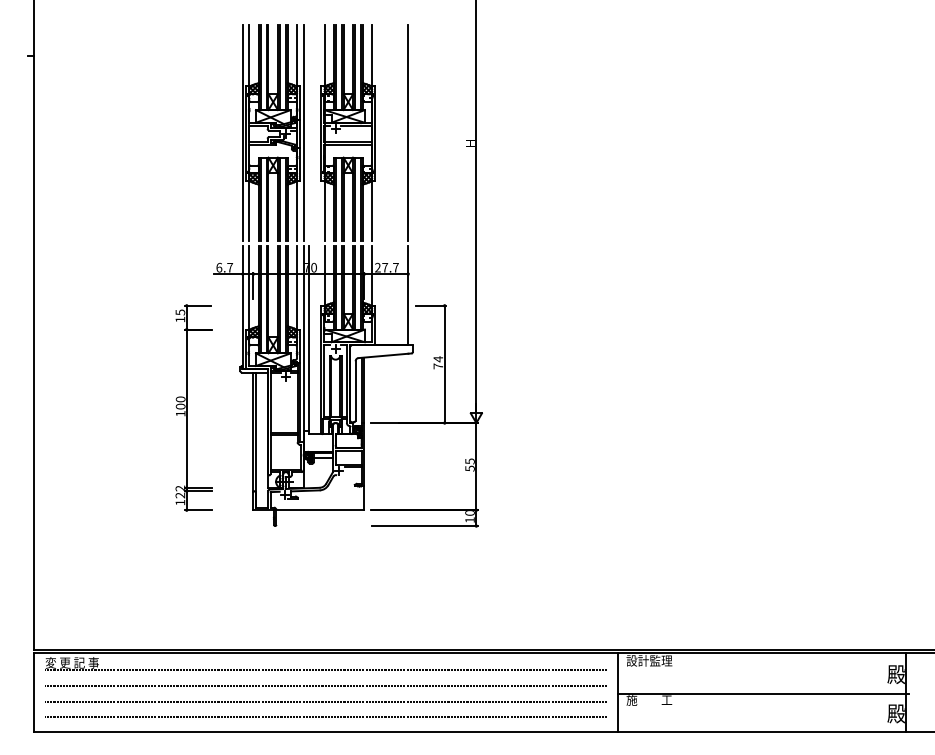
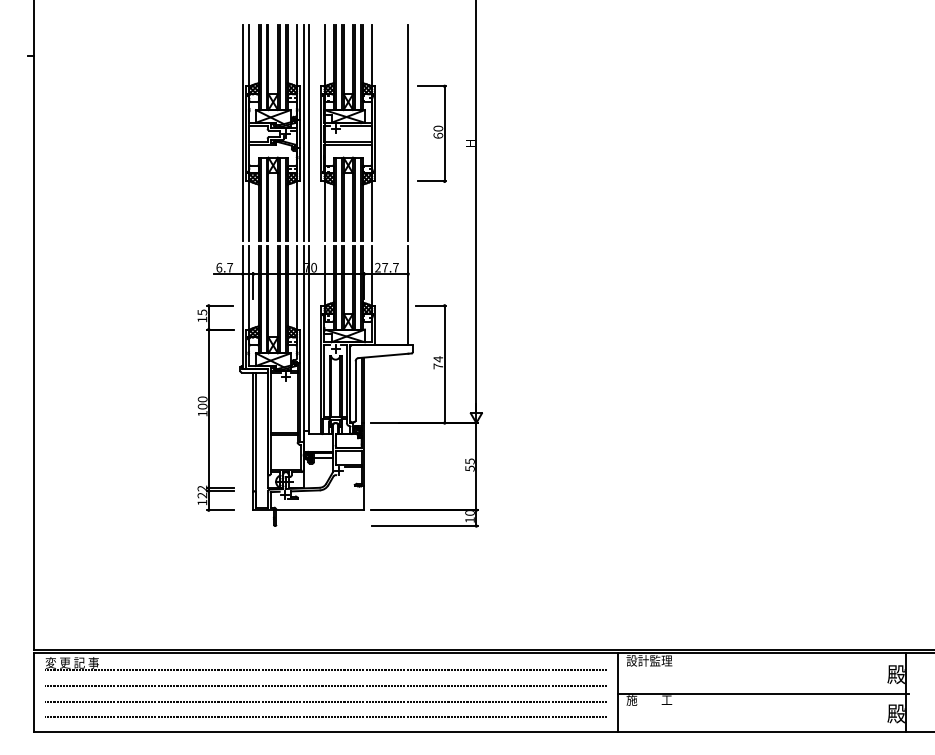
line at (309, 132): none -> present
part at (431, 133): none -> present
part at (193, 407) position: (193, 407) -> (215, 407)
